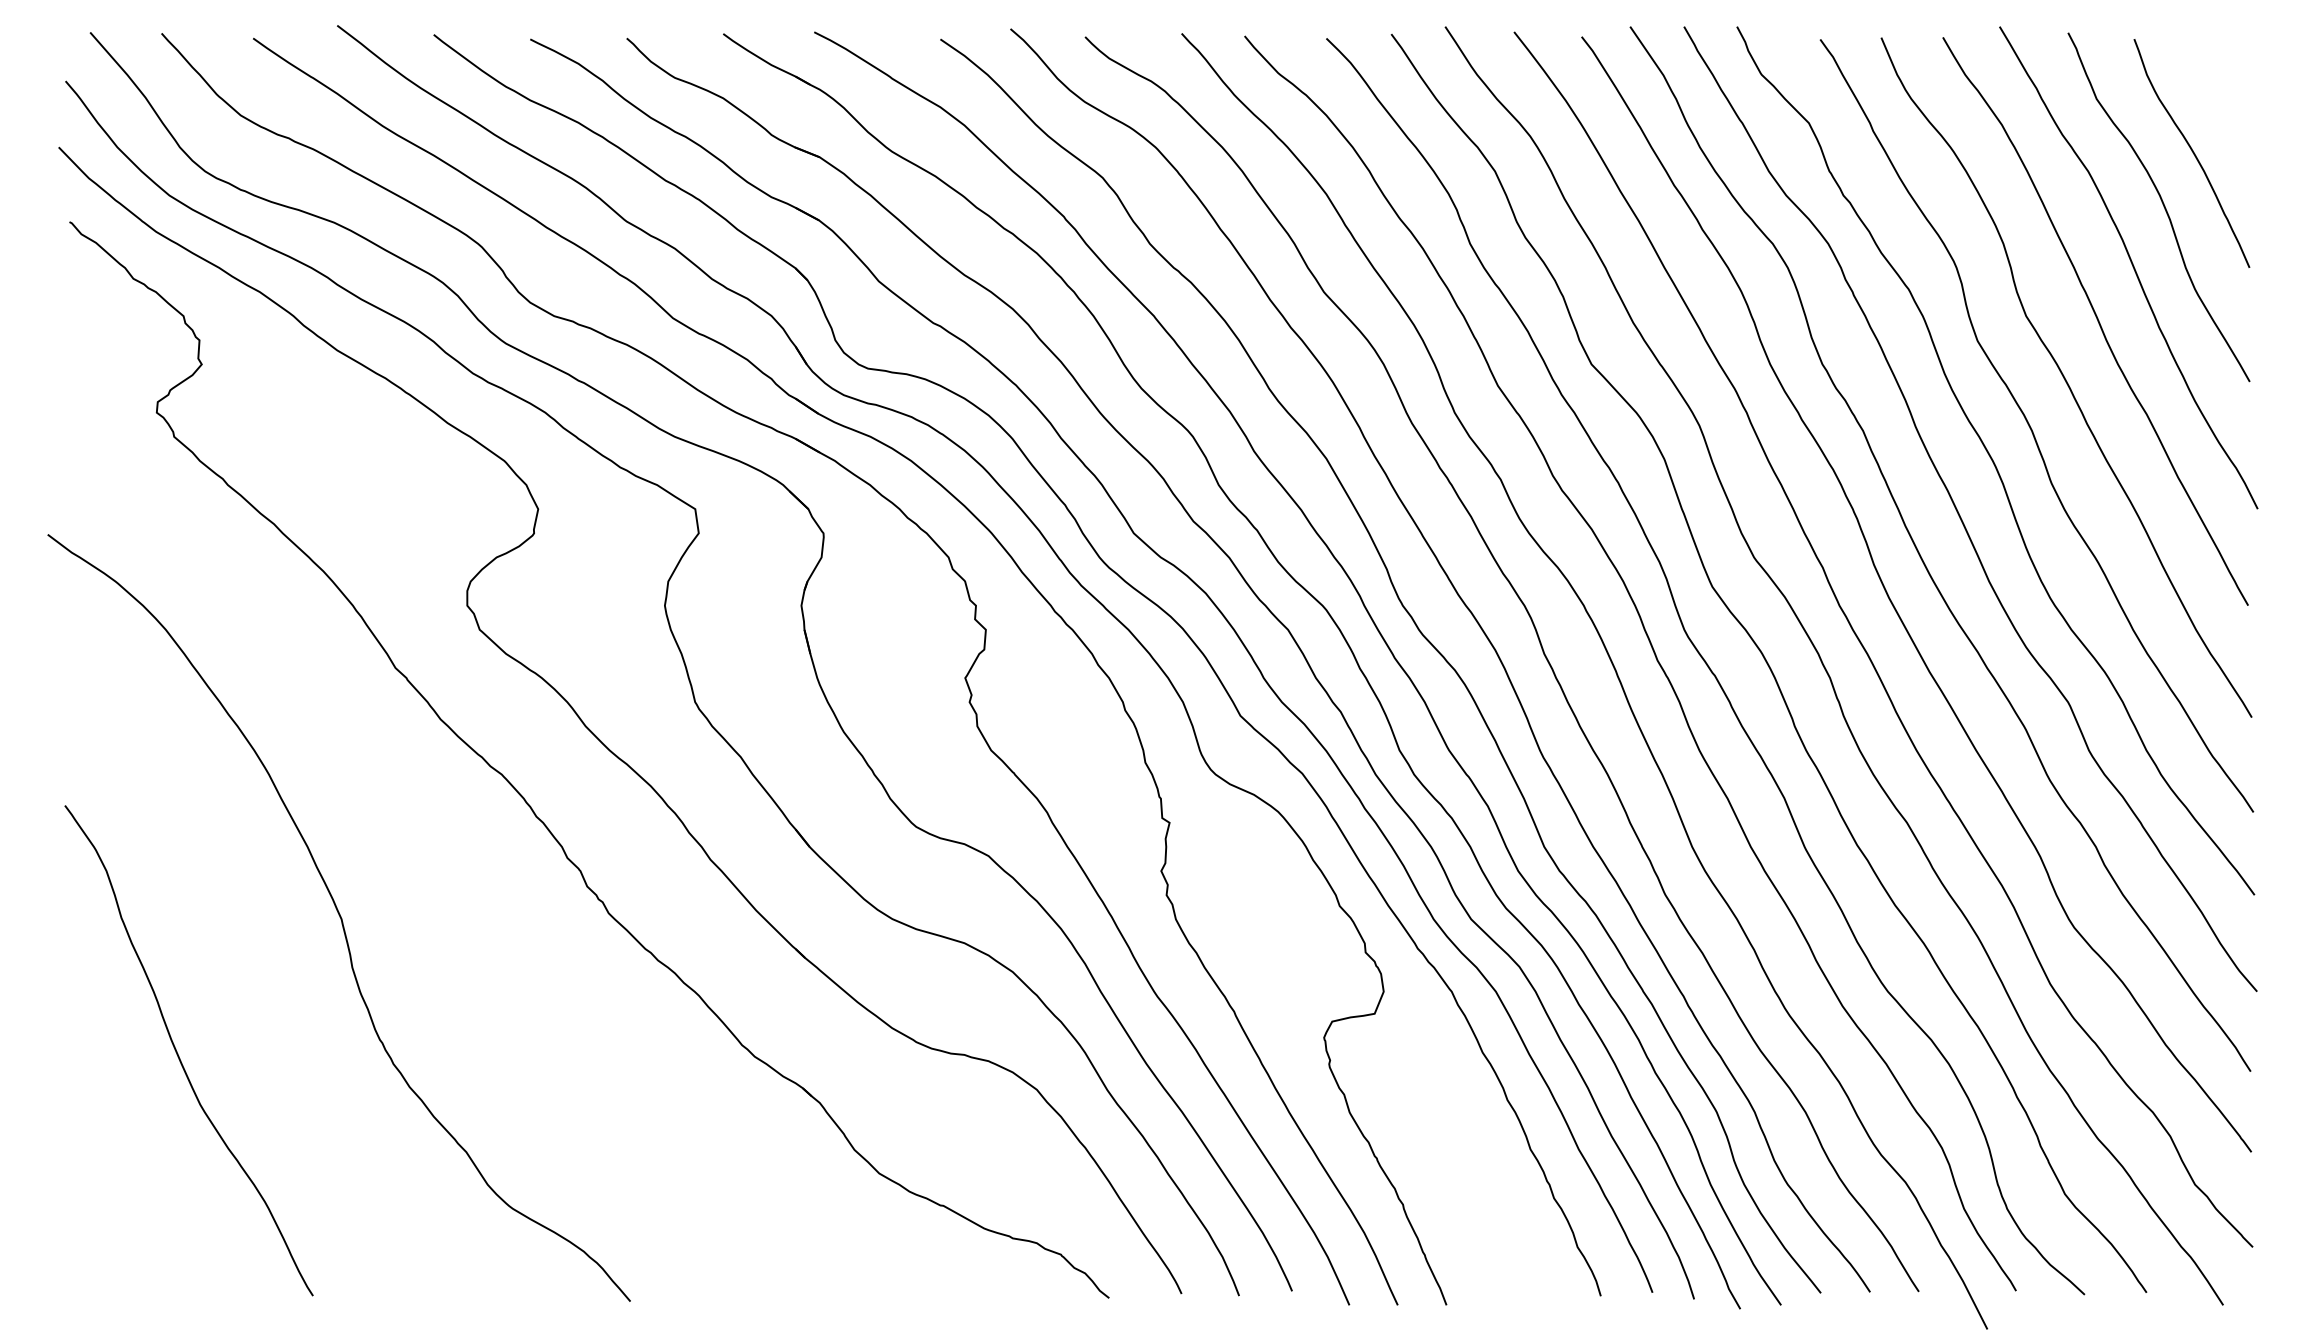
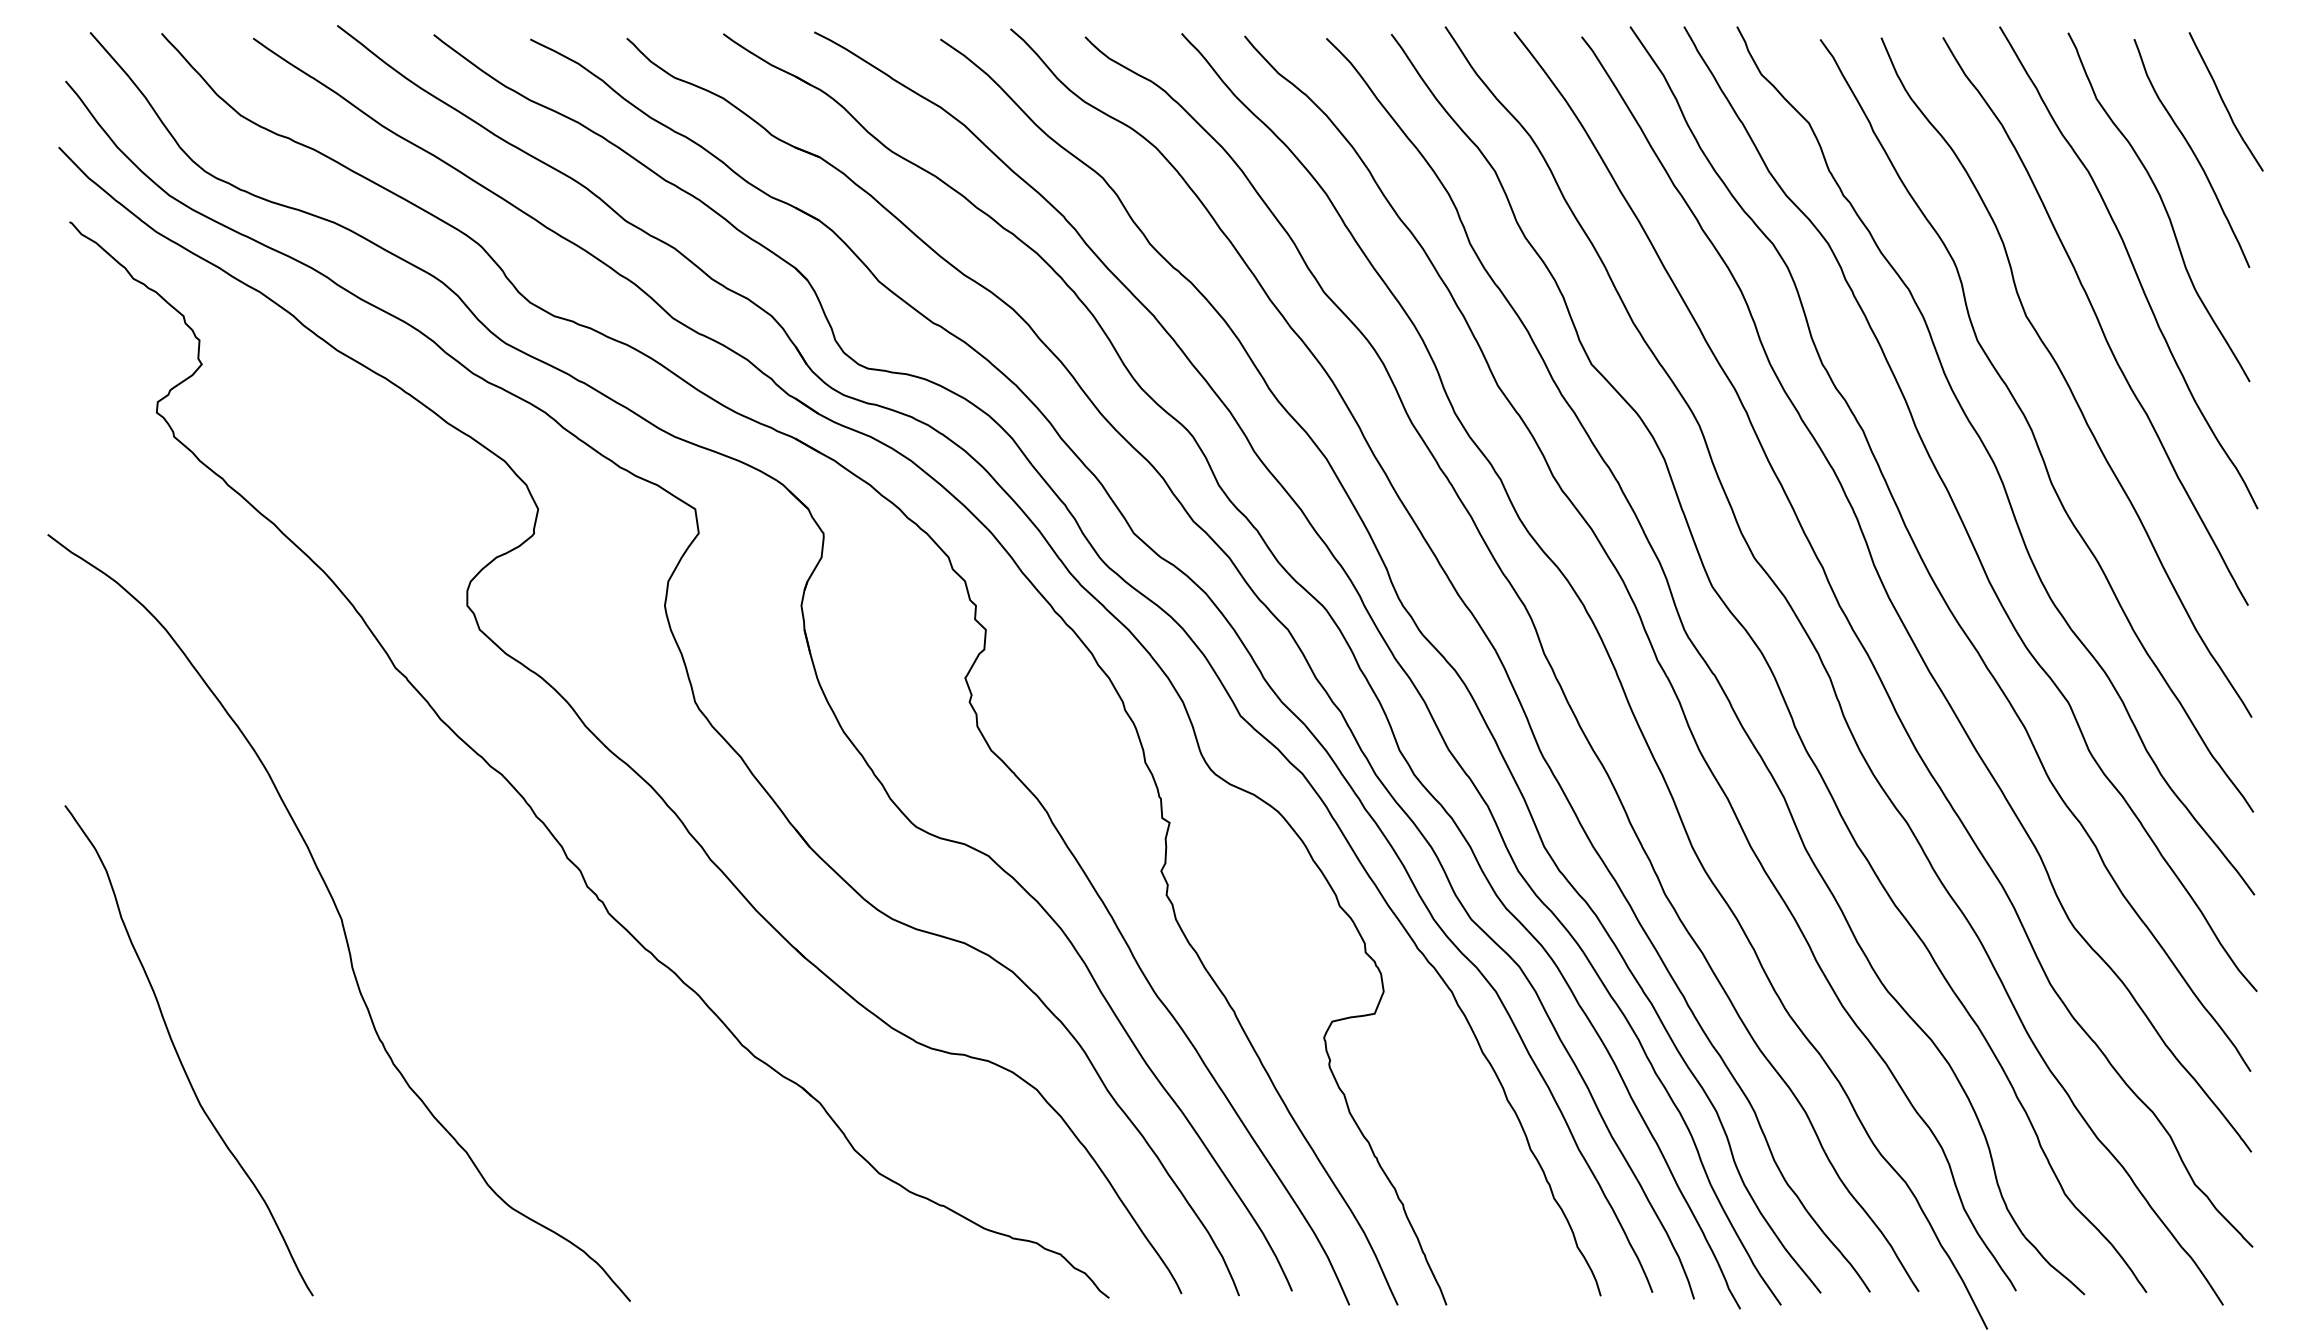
curve at (2224, 101): none -> present
